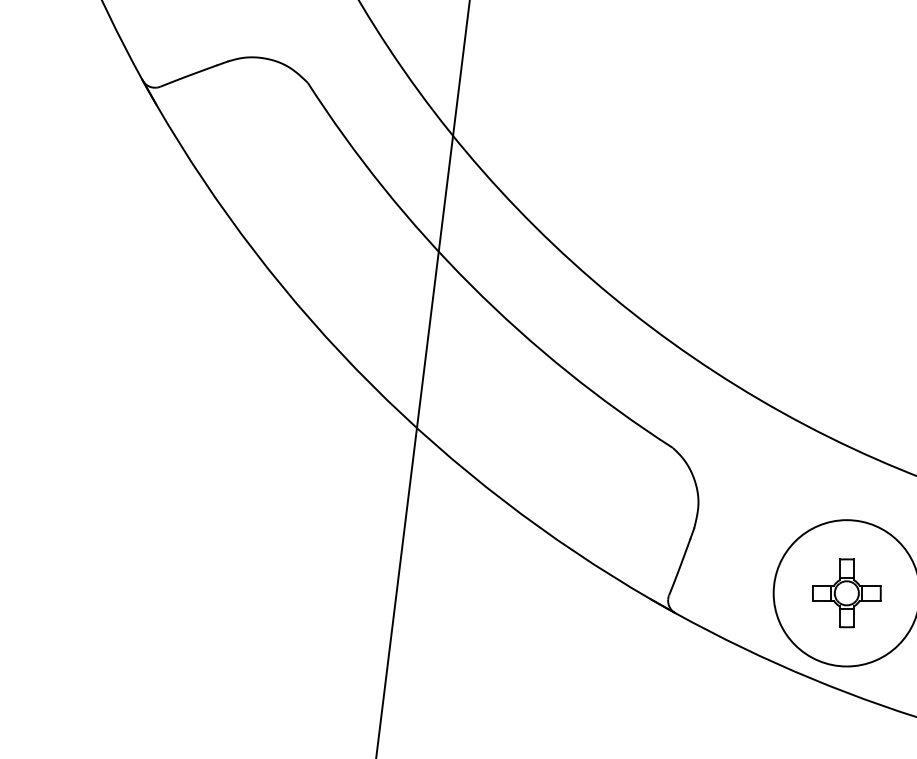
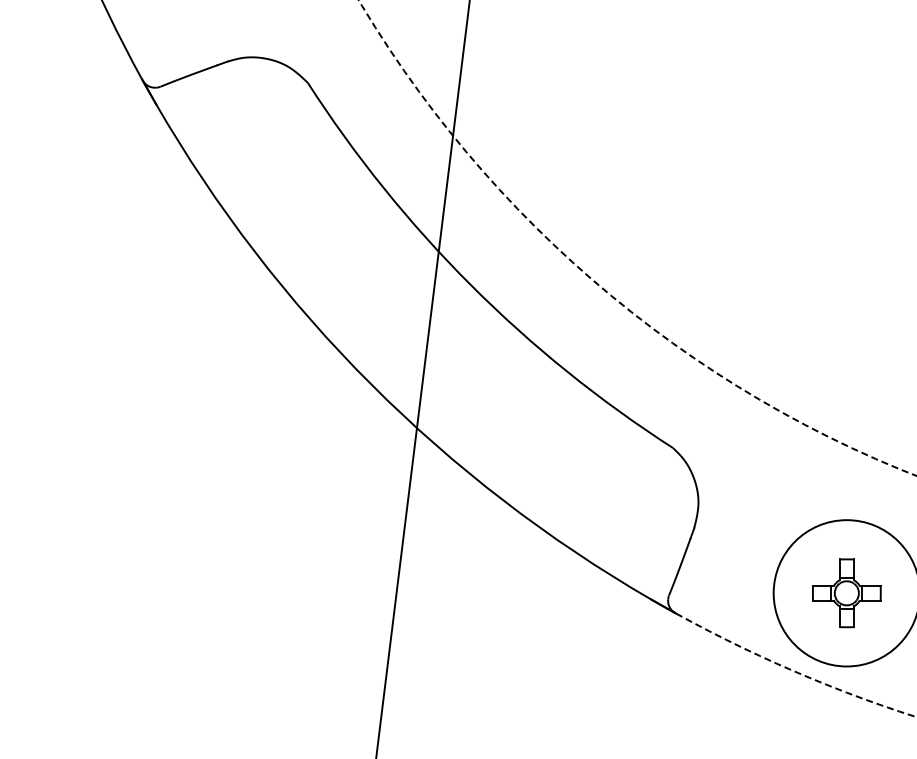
arc at (598, 285): solid -> dashed
arc at (794, 671): solid -> dashed
